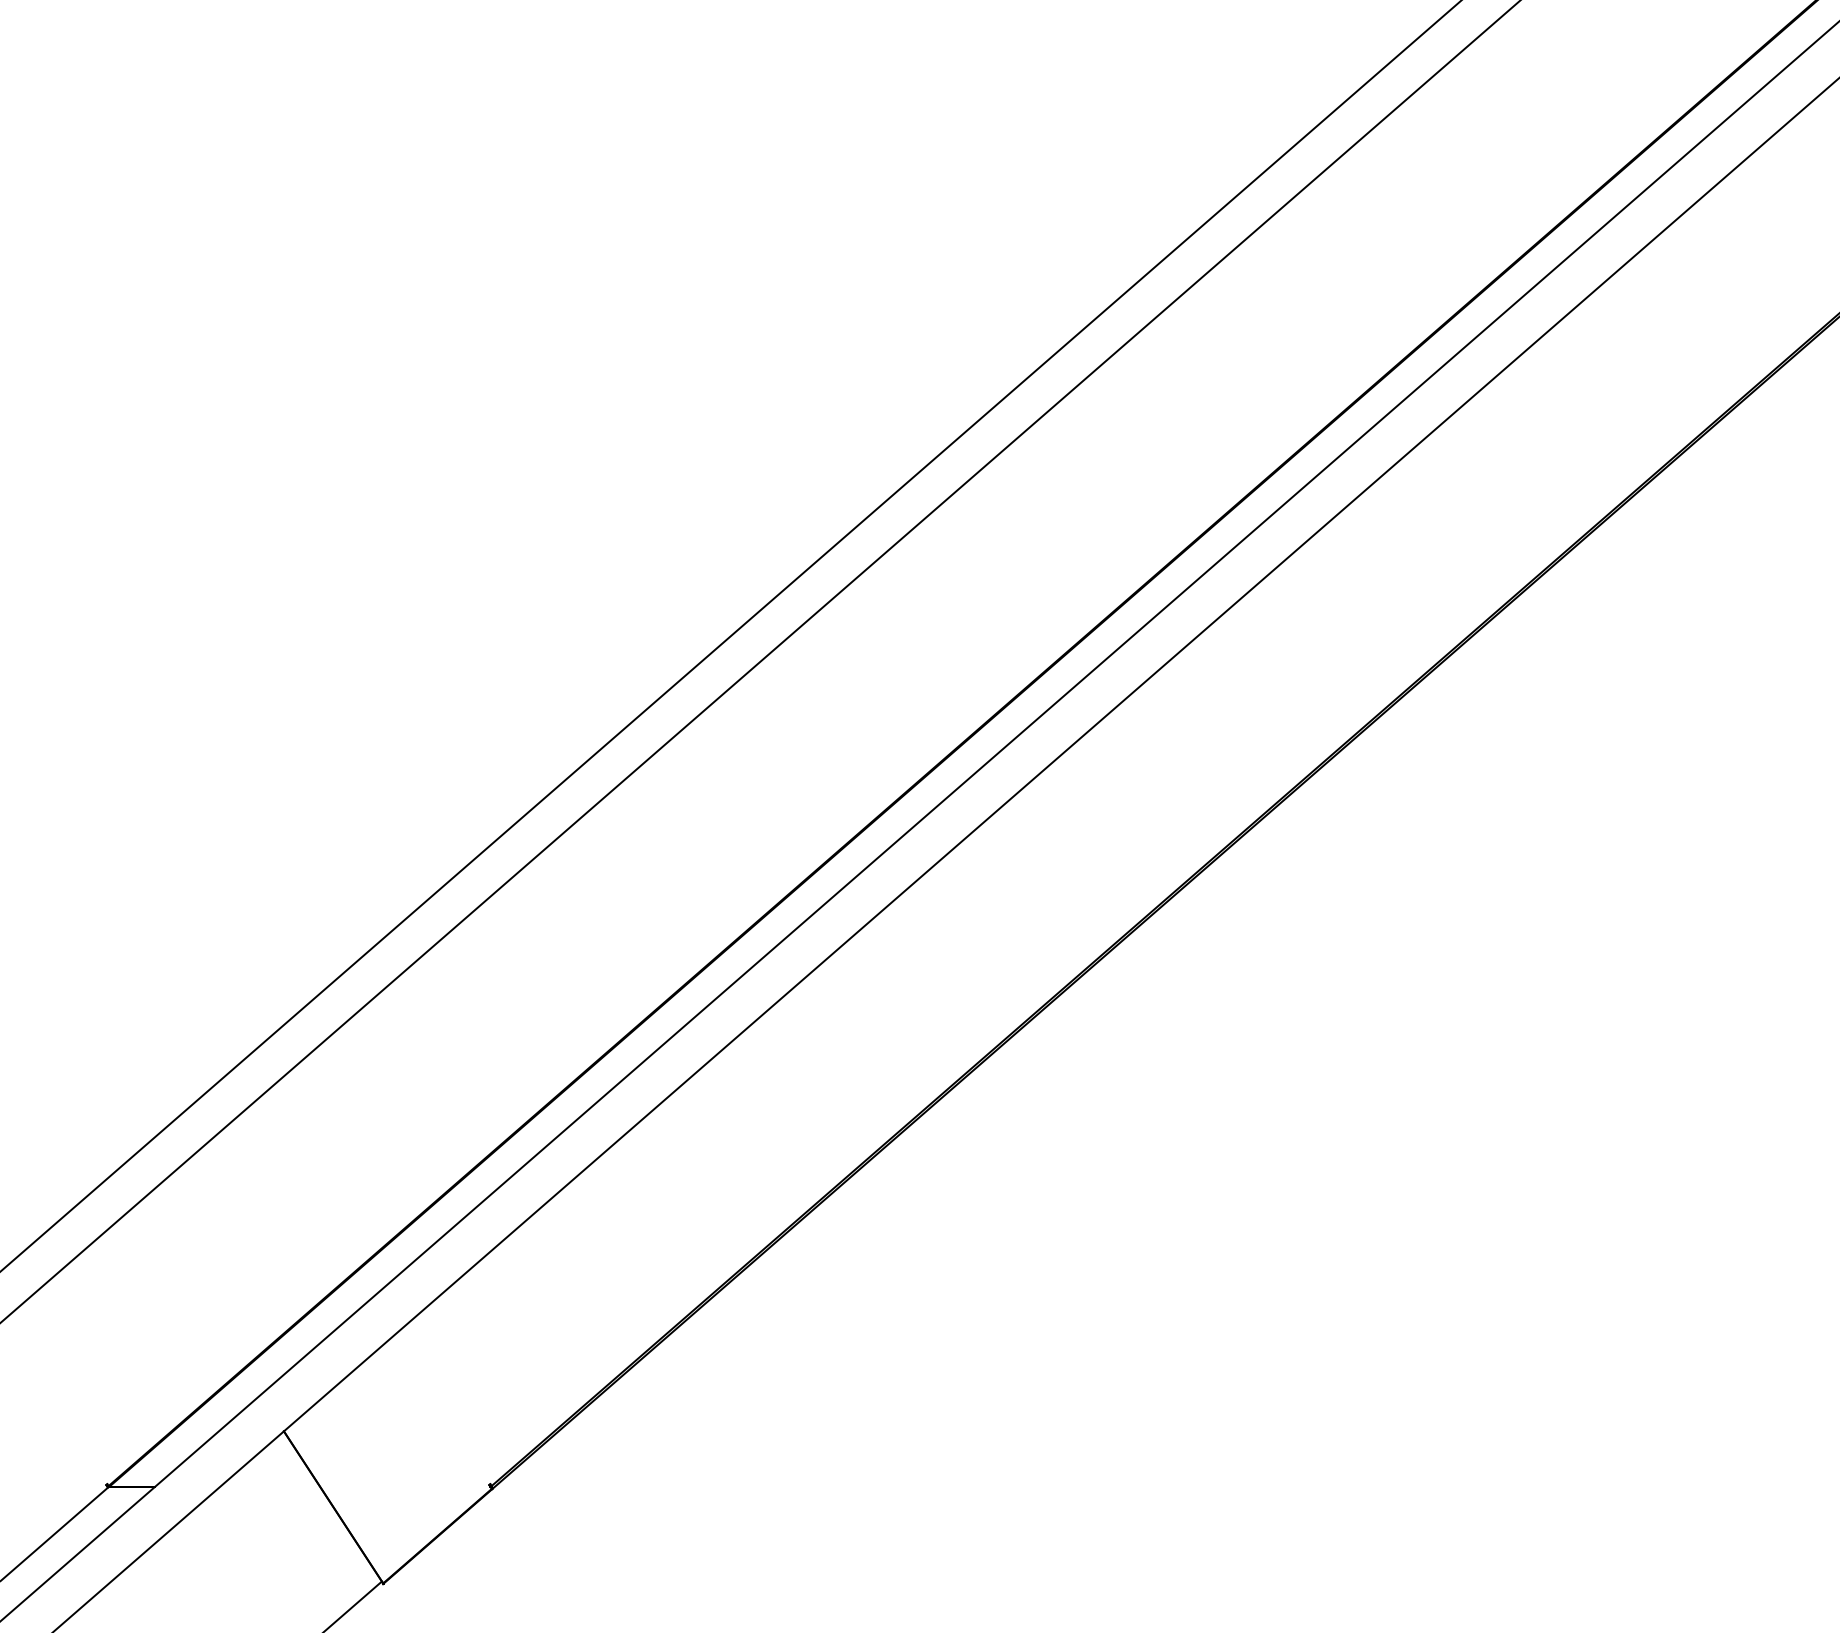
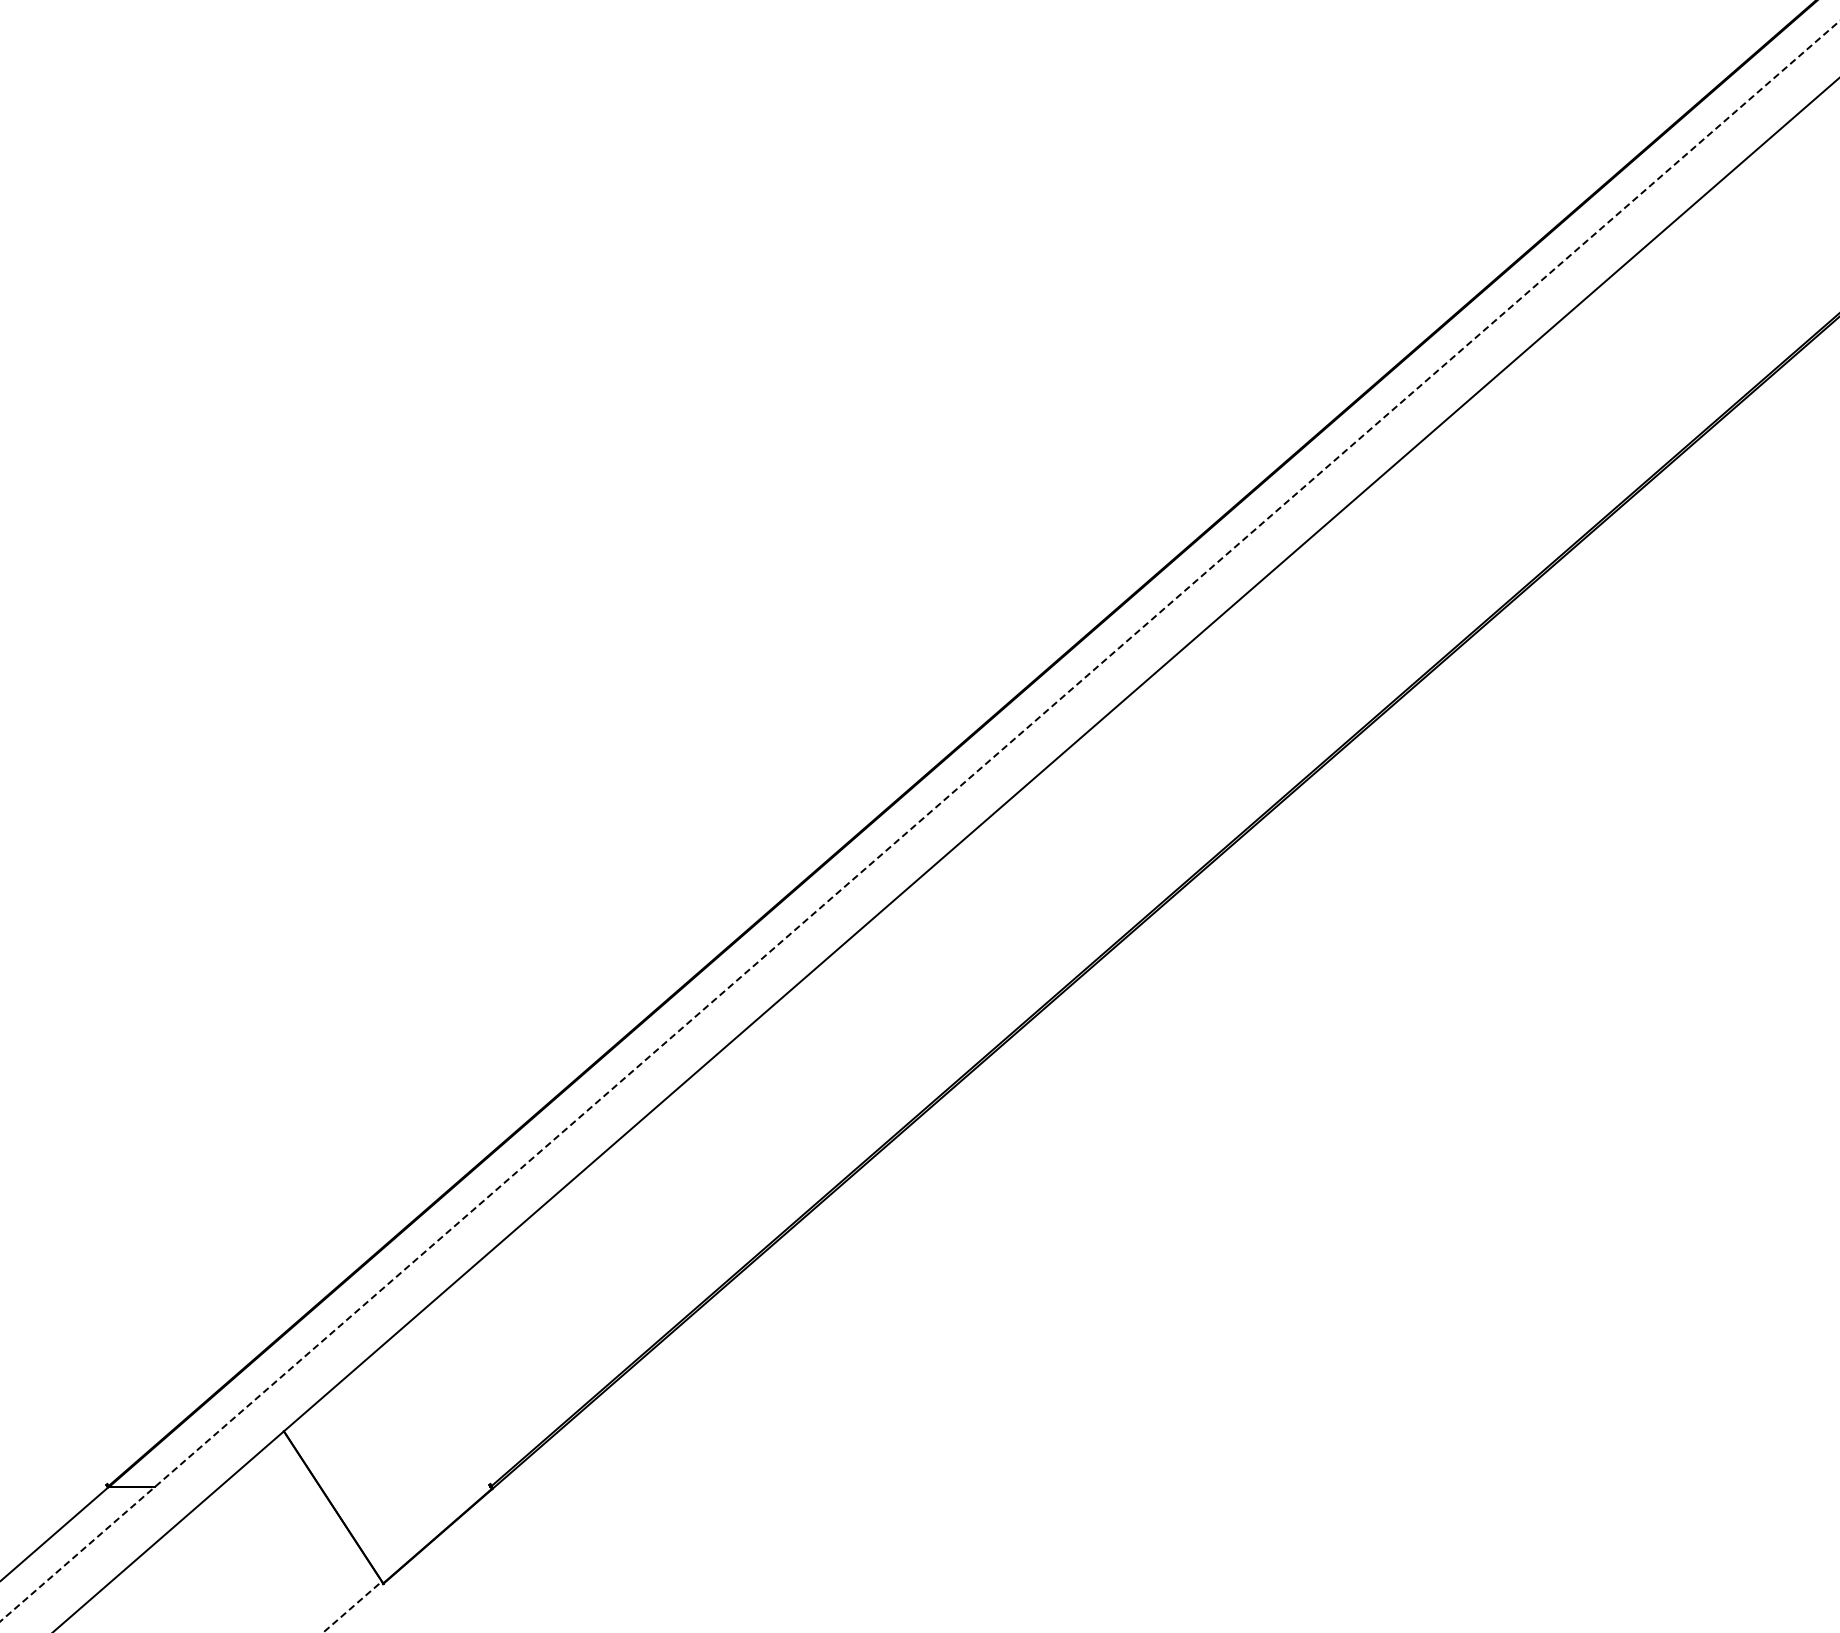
line at (730, 635): present -> none
line at (760, 661): present -> none
line at (919, 821): solid -> dashed
line at (352, 1607): solid -> dashed
